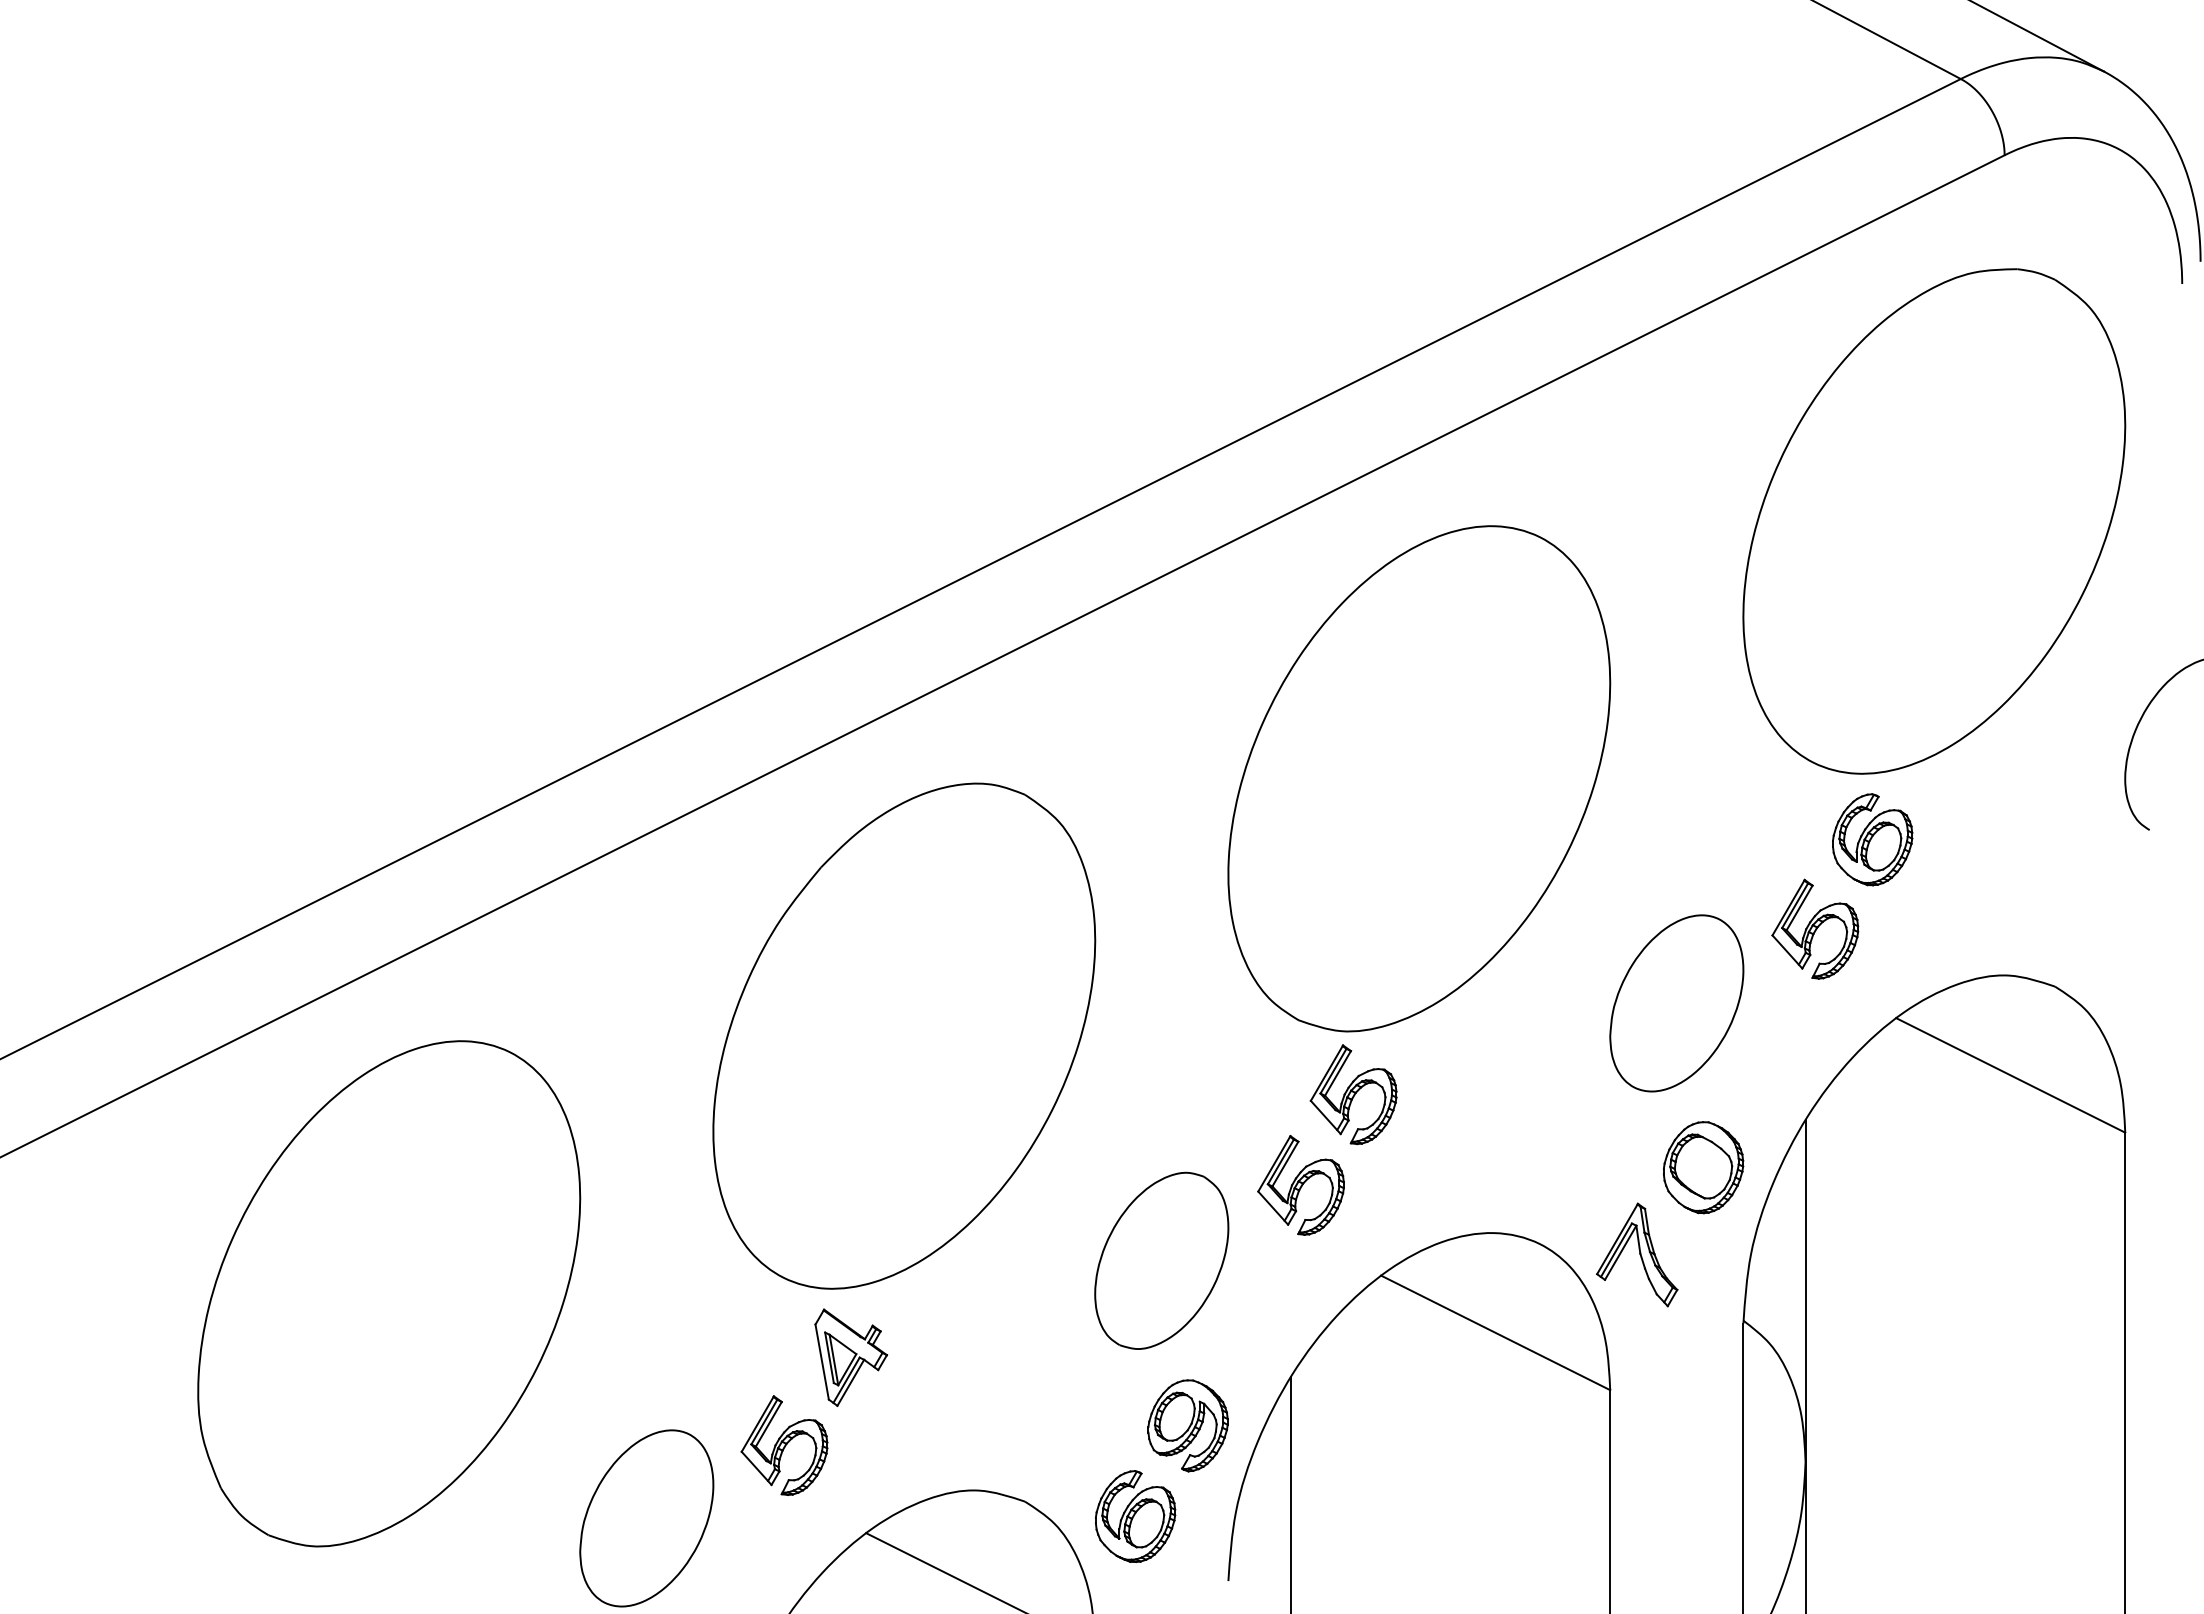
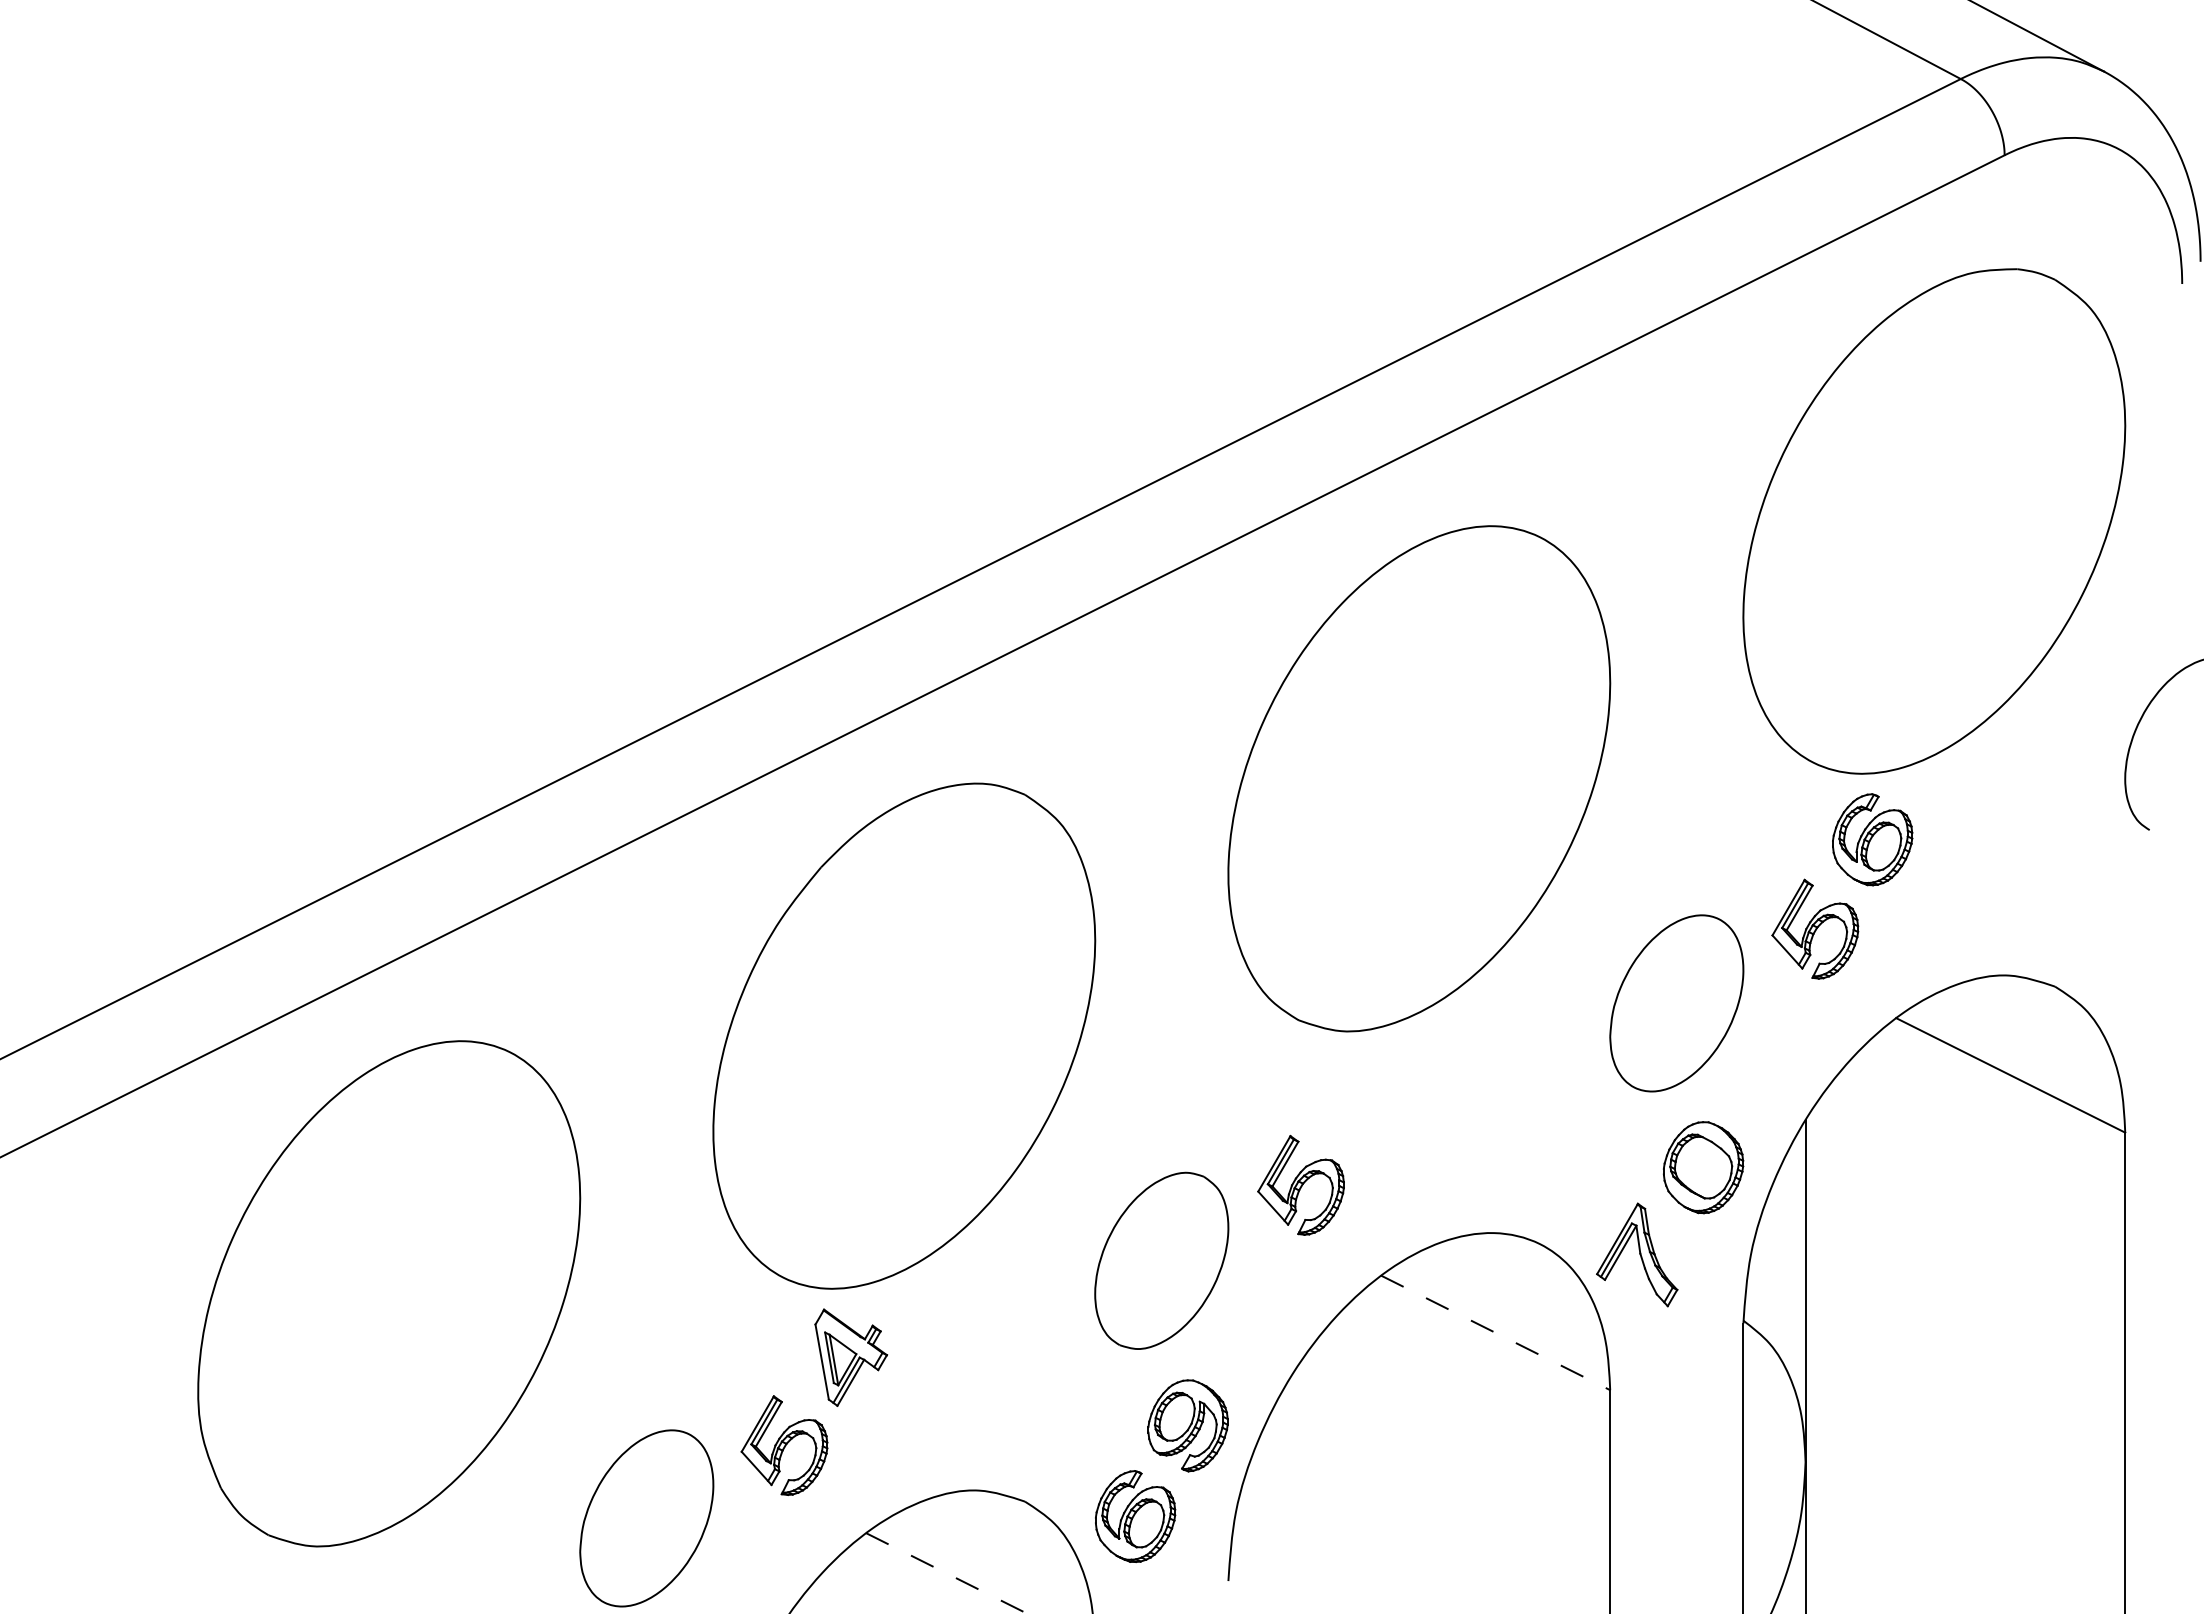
part at (1353, 1094): present -> none
line at (1496, 1333): solid -> dashed
line at (1290, 1493): present -> none
line at (947, 1573): solid -> dashed
